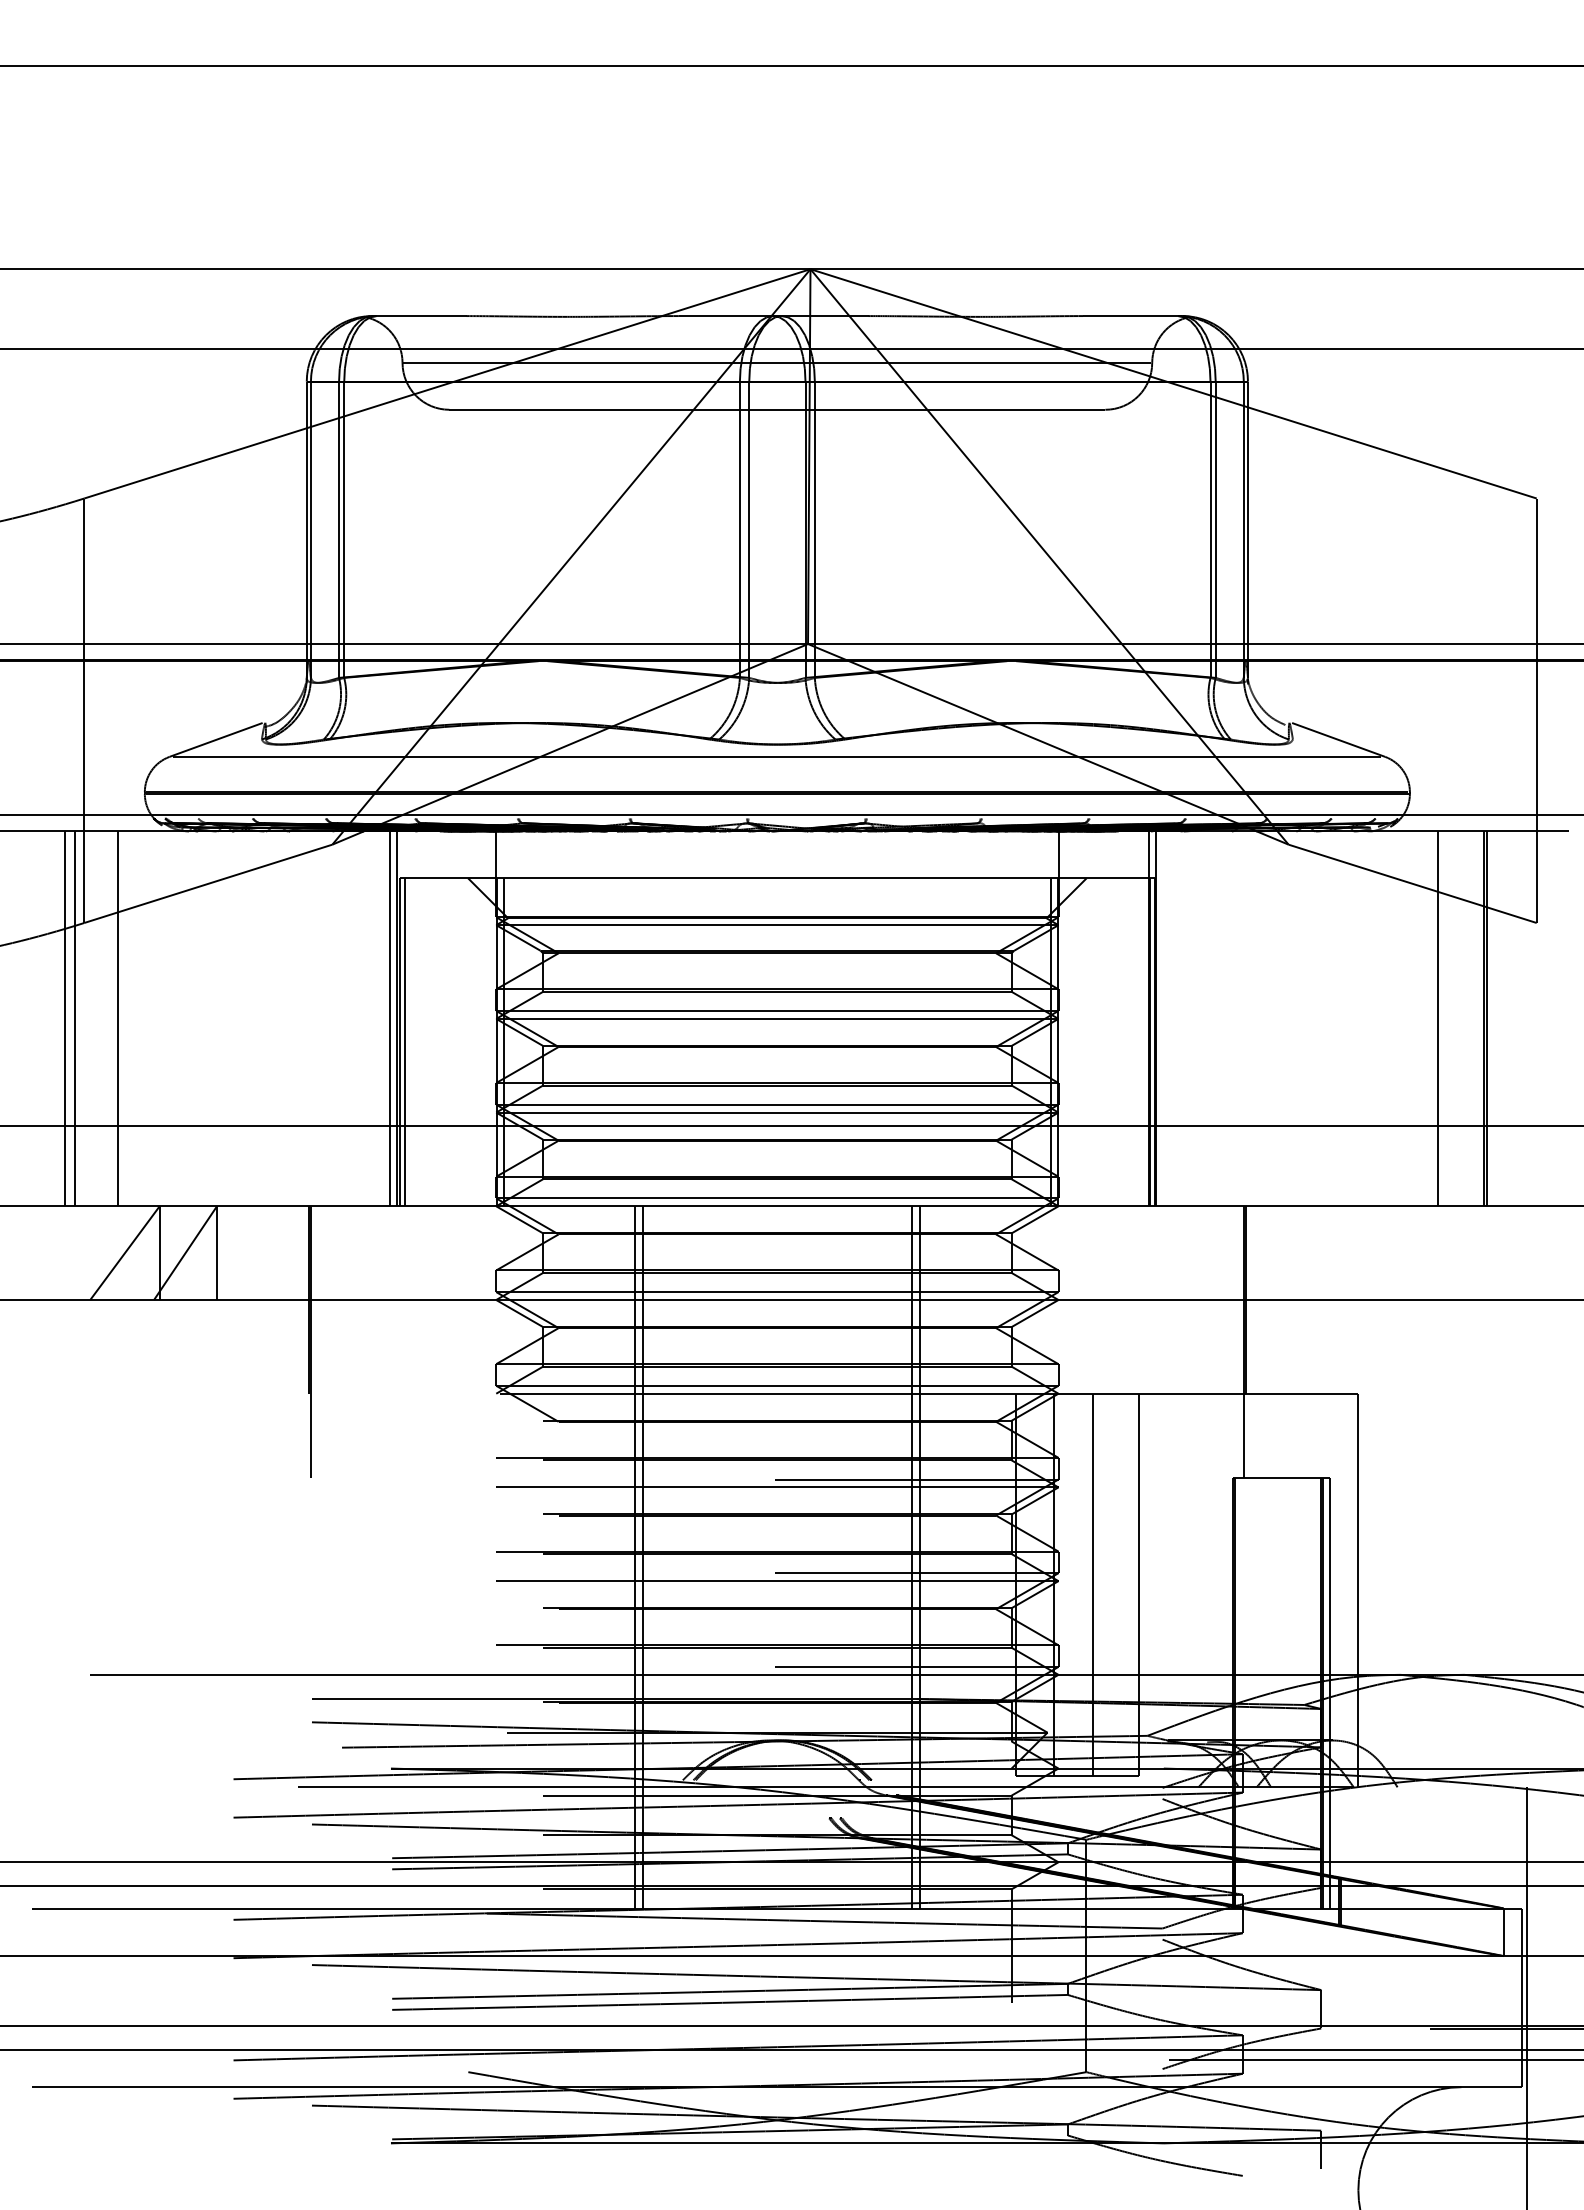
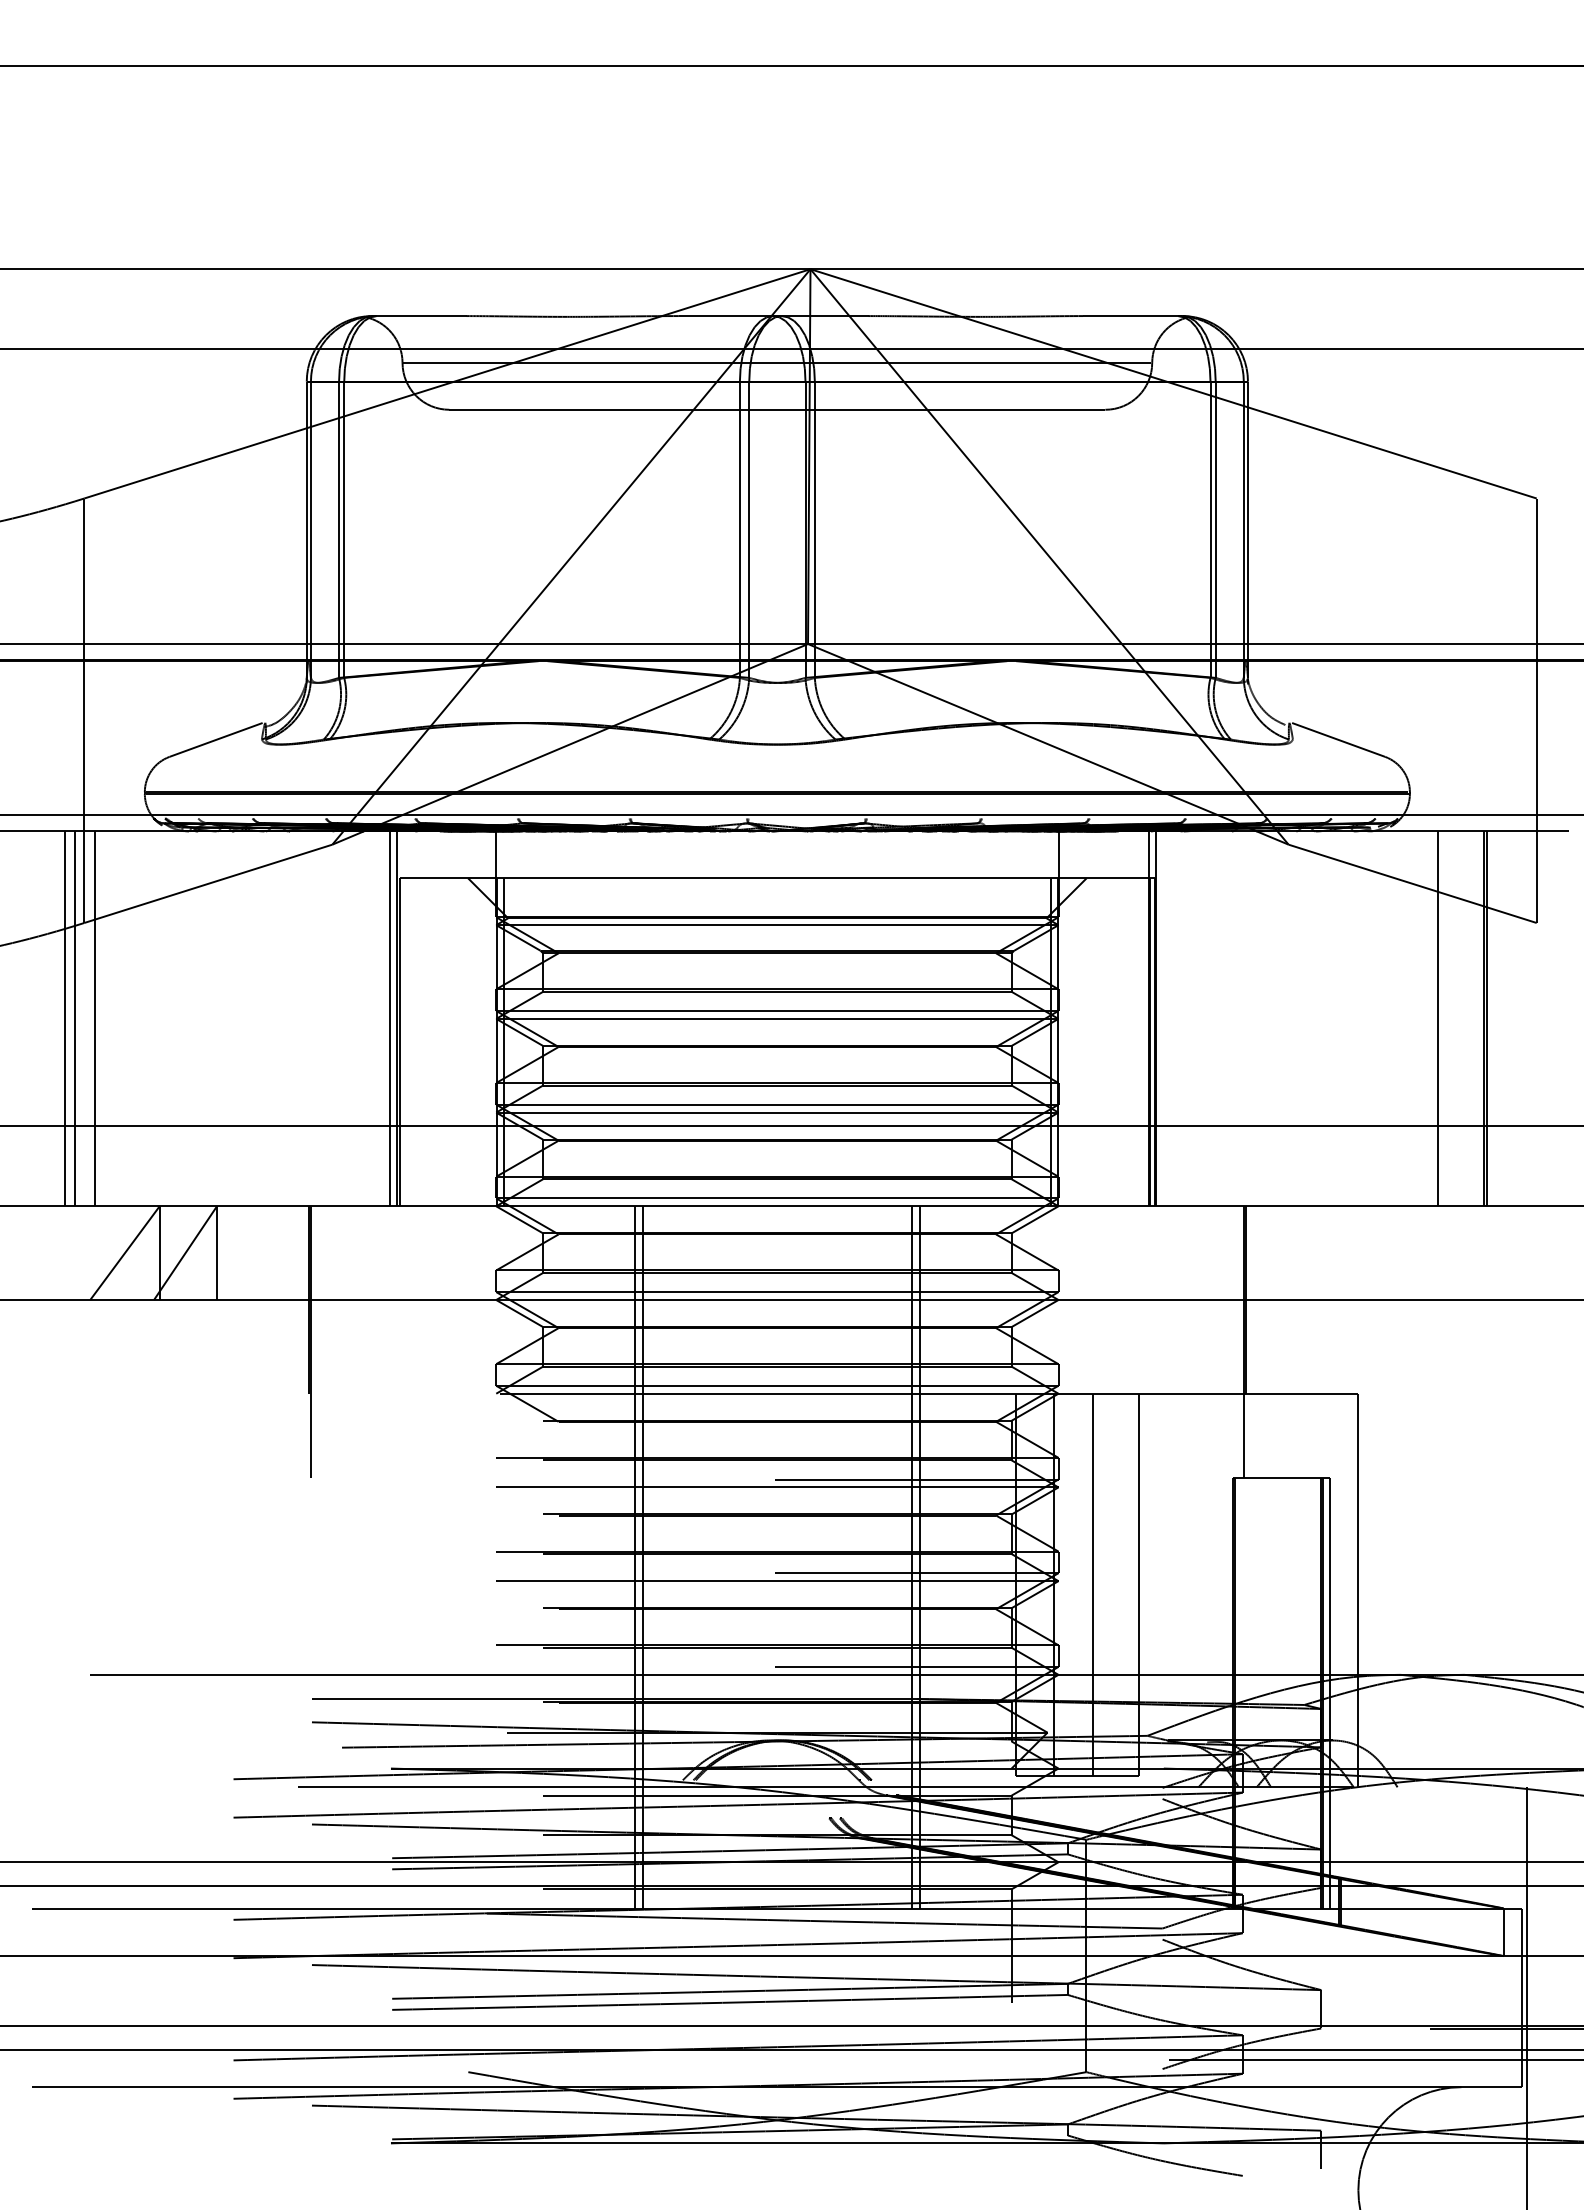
line at (777, 756): present -> none
line at (117, 1018) position: (117, 1018) -> (94, 1018)
line at (405, 1042): present -> none
